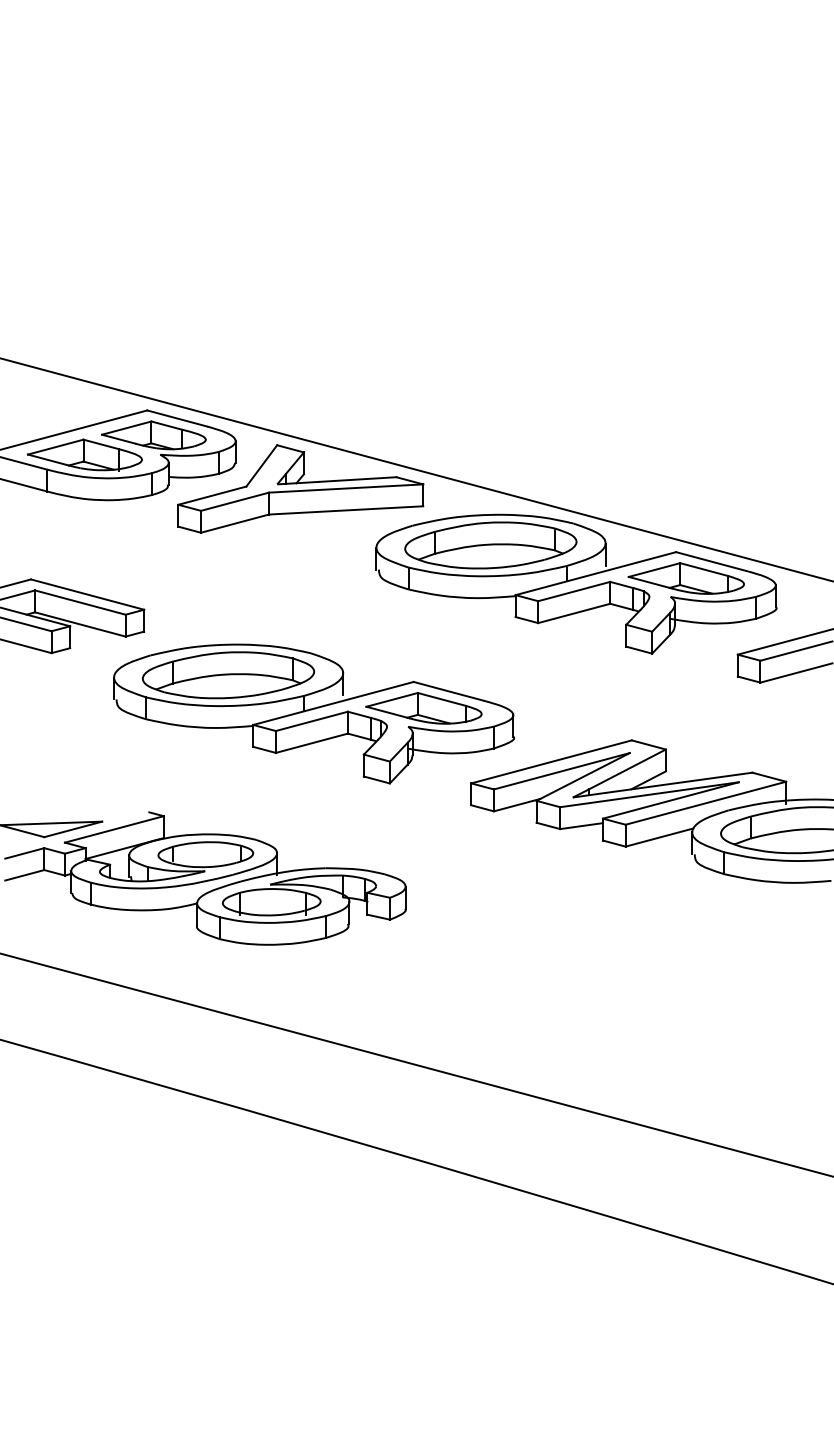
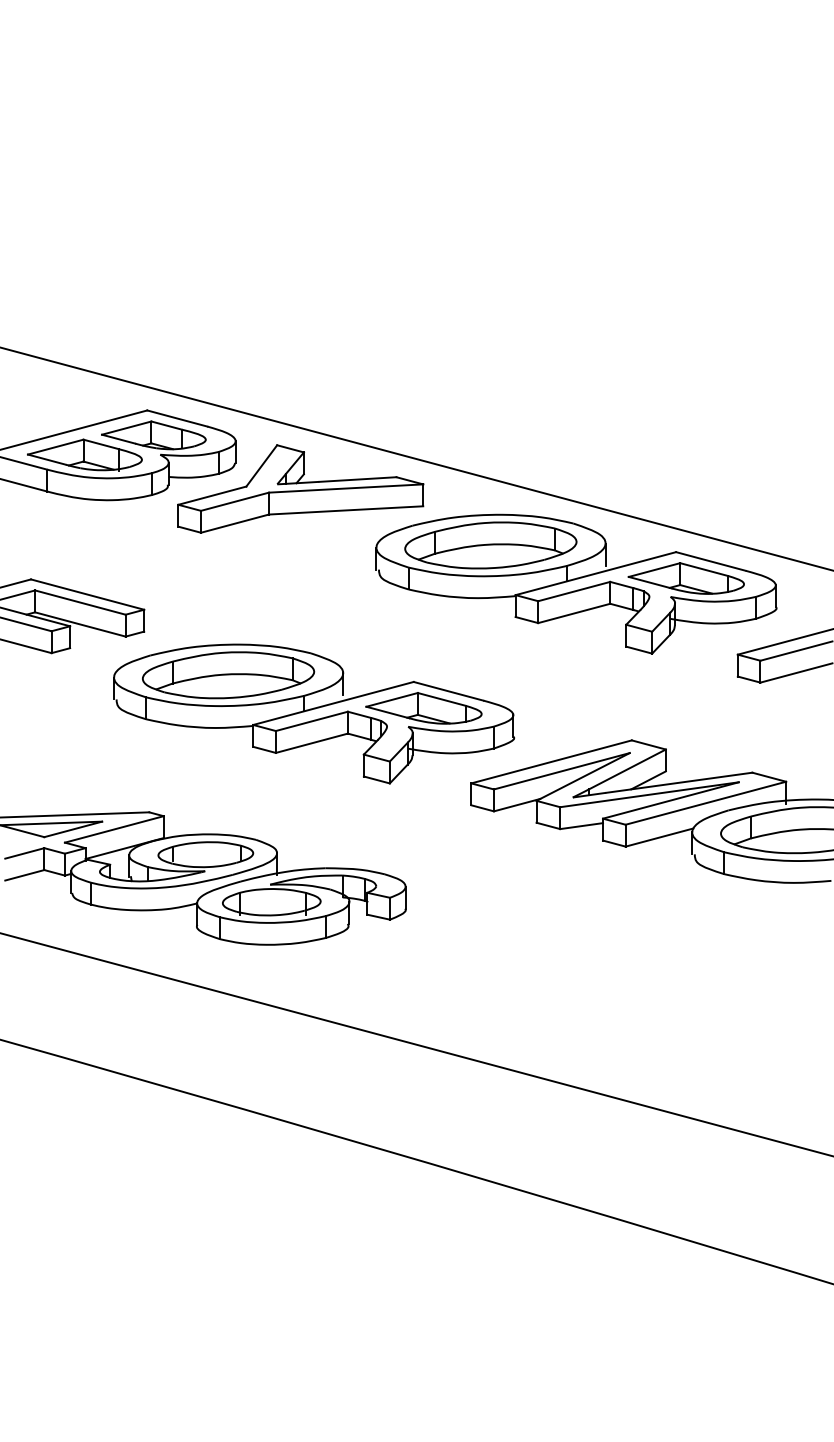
line at (416, 469) position: (416, 469) -> (416, 459)
line at (75, 814): none -> present
line at (416, 1064) position: (416, 1064) -> (416, 1044)
